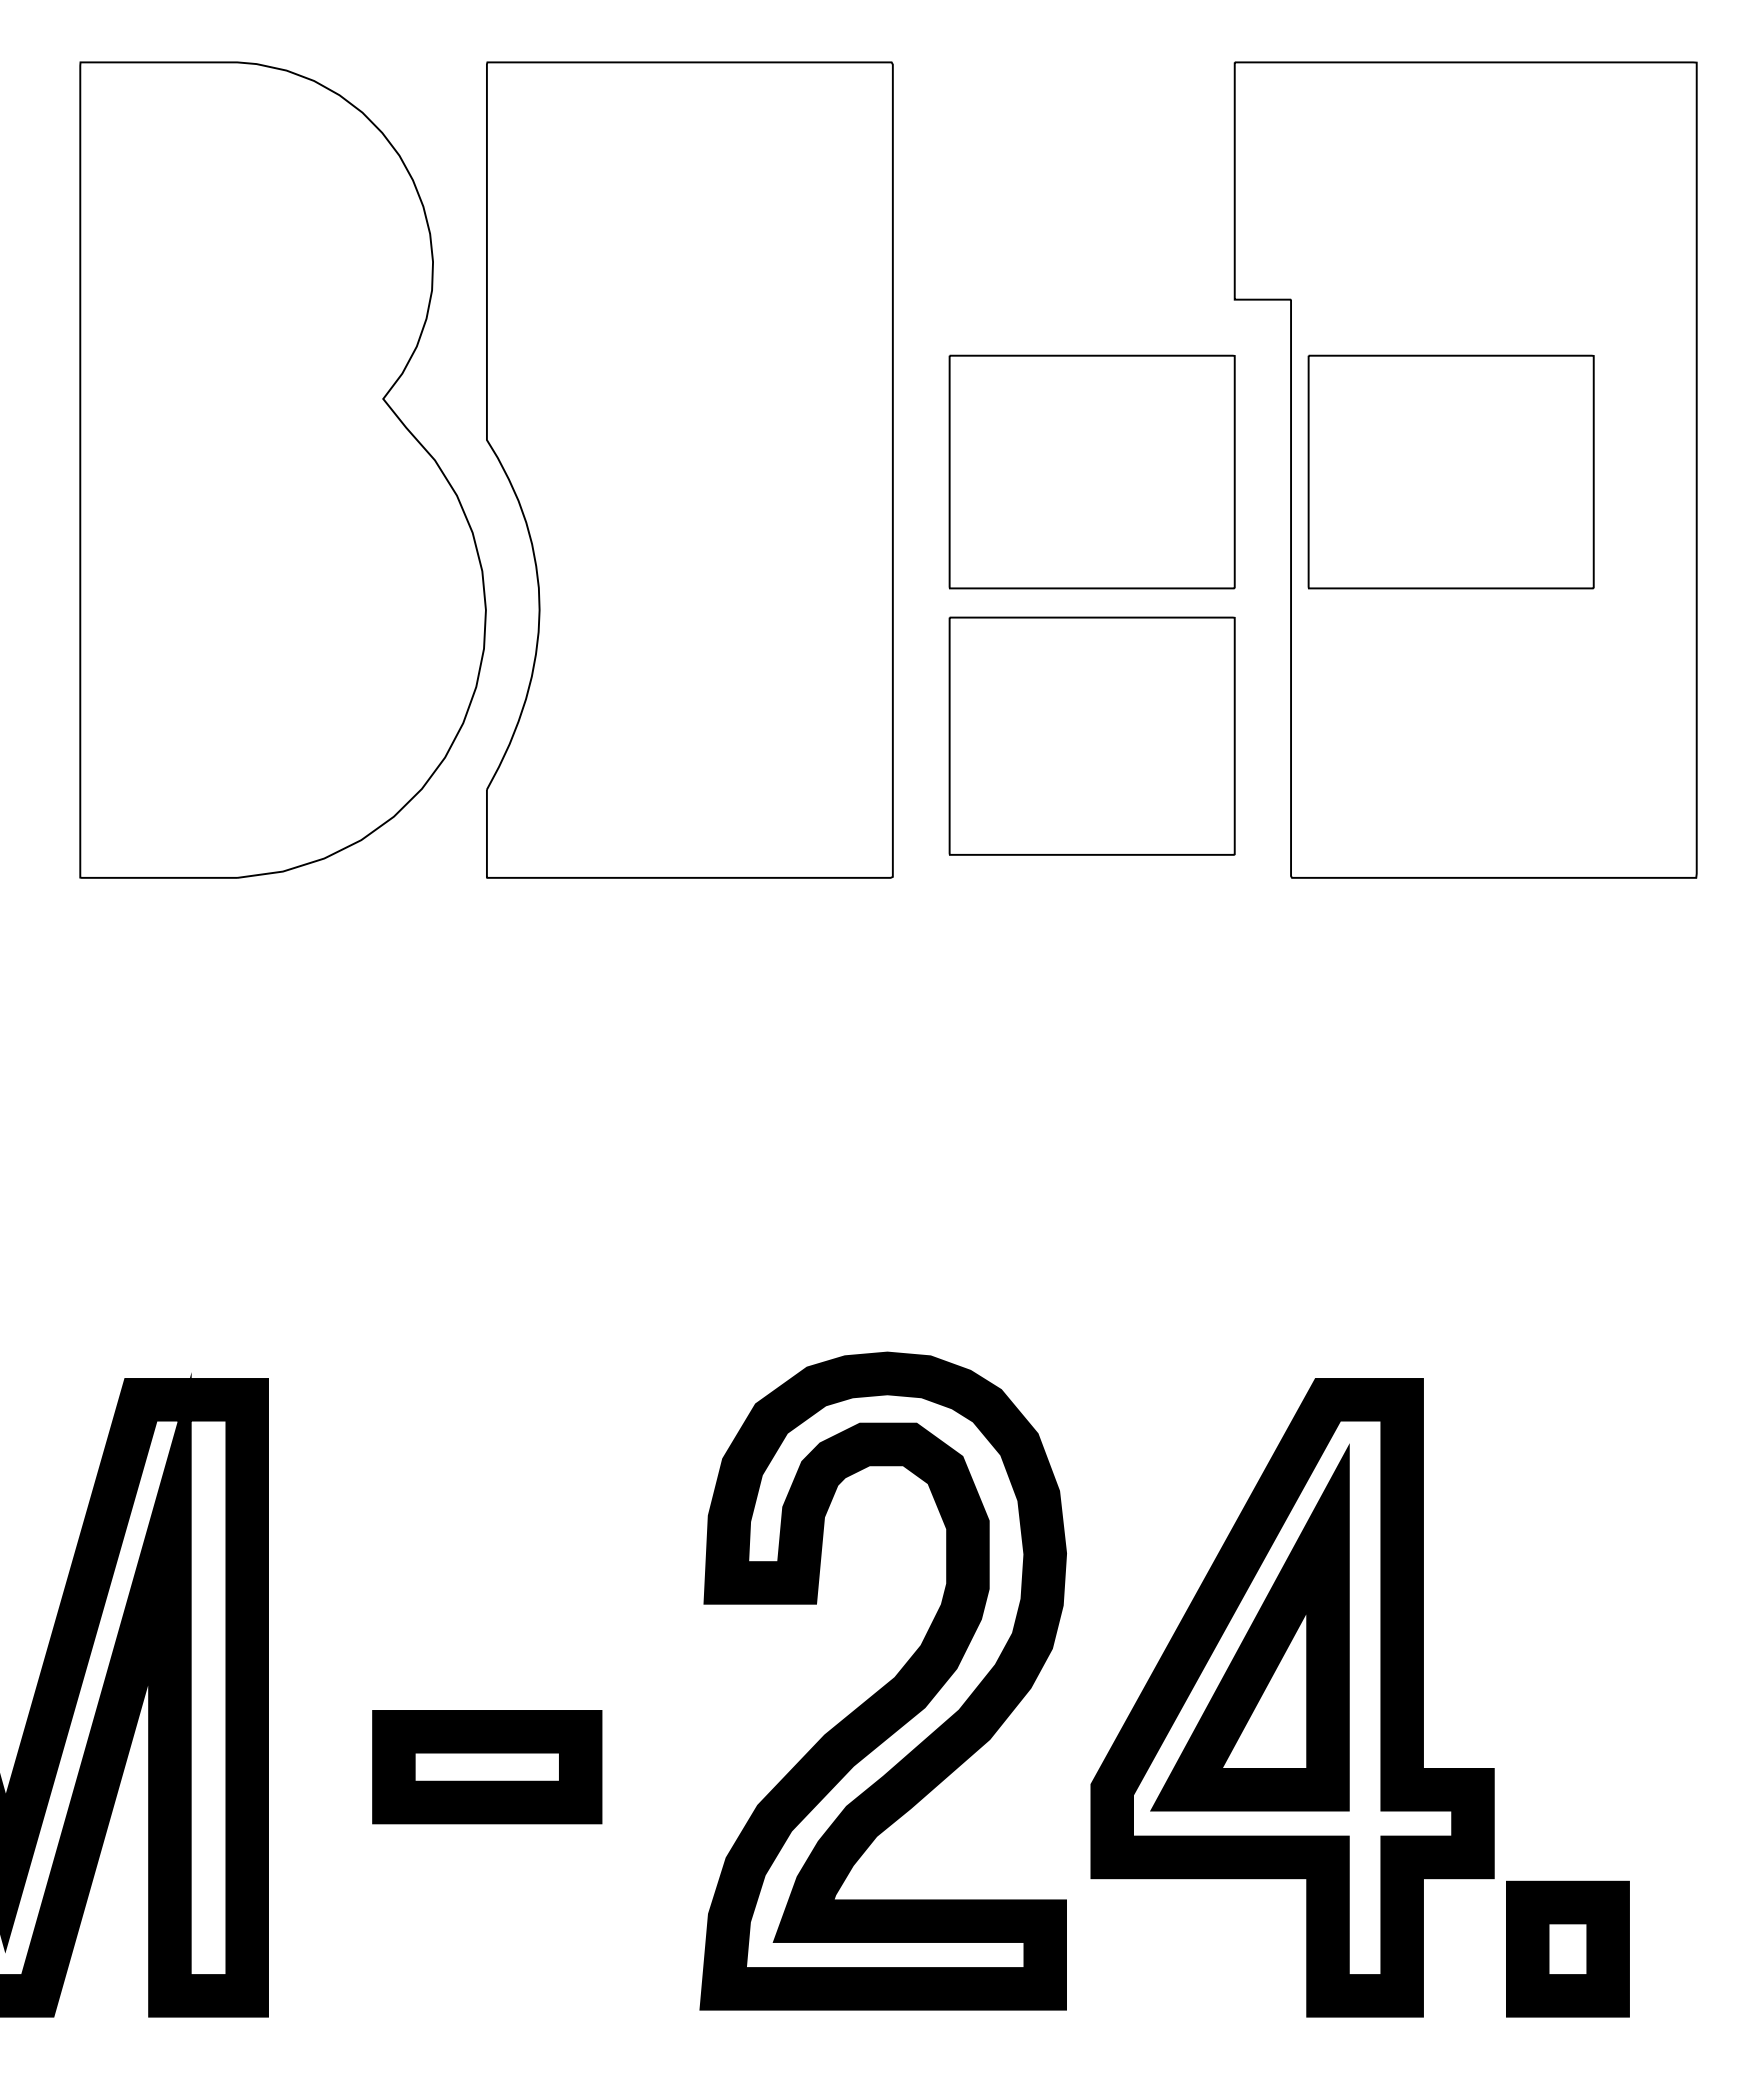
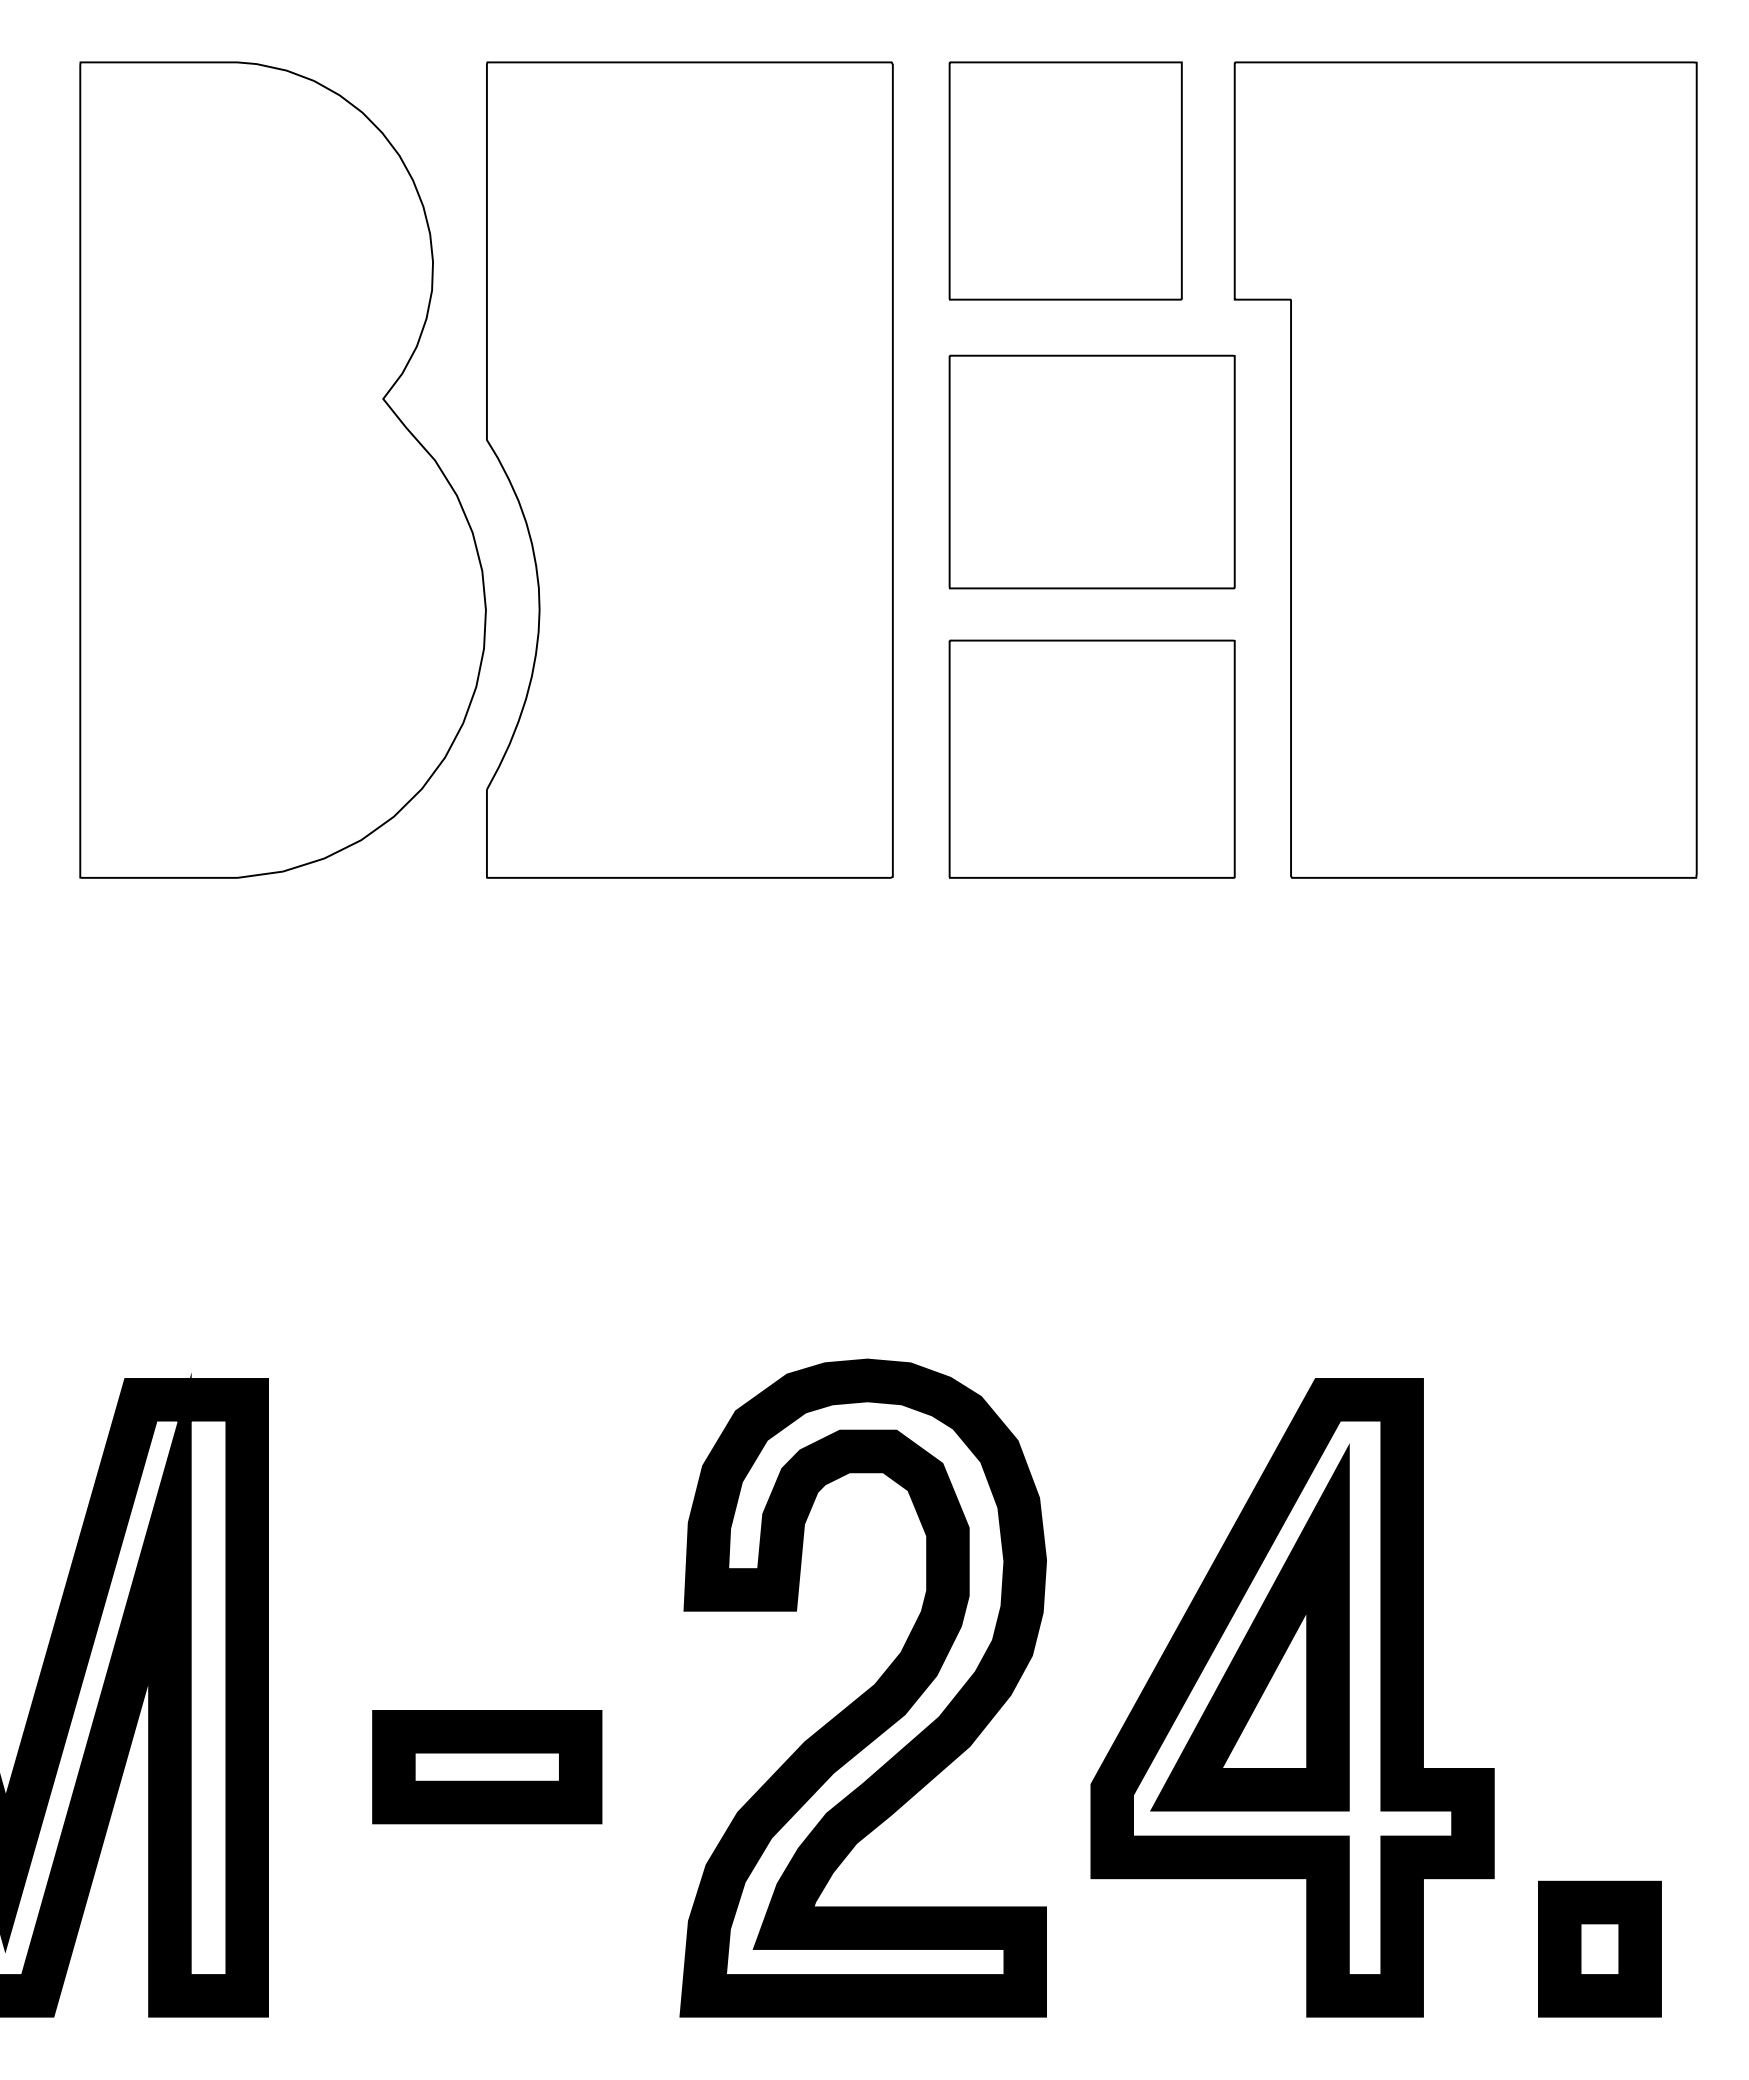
part at (1065, 180): none -> present
part at (1450, 471): present -> none
part at (1091, 735) position: (1091, 735) -> (1091, 758)
part at (882, 1680) position: (882, 1680) -> (862, 1687)
part at (1567, 1948) position: (1567, 1948) -> (1599, 1948)
